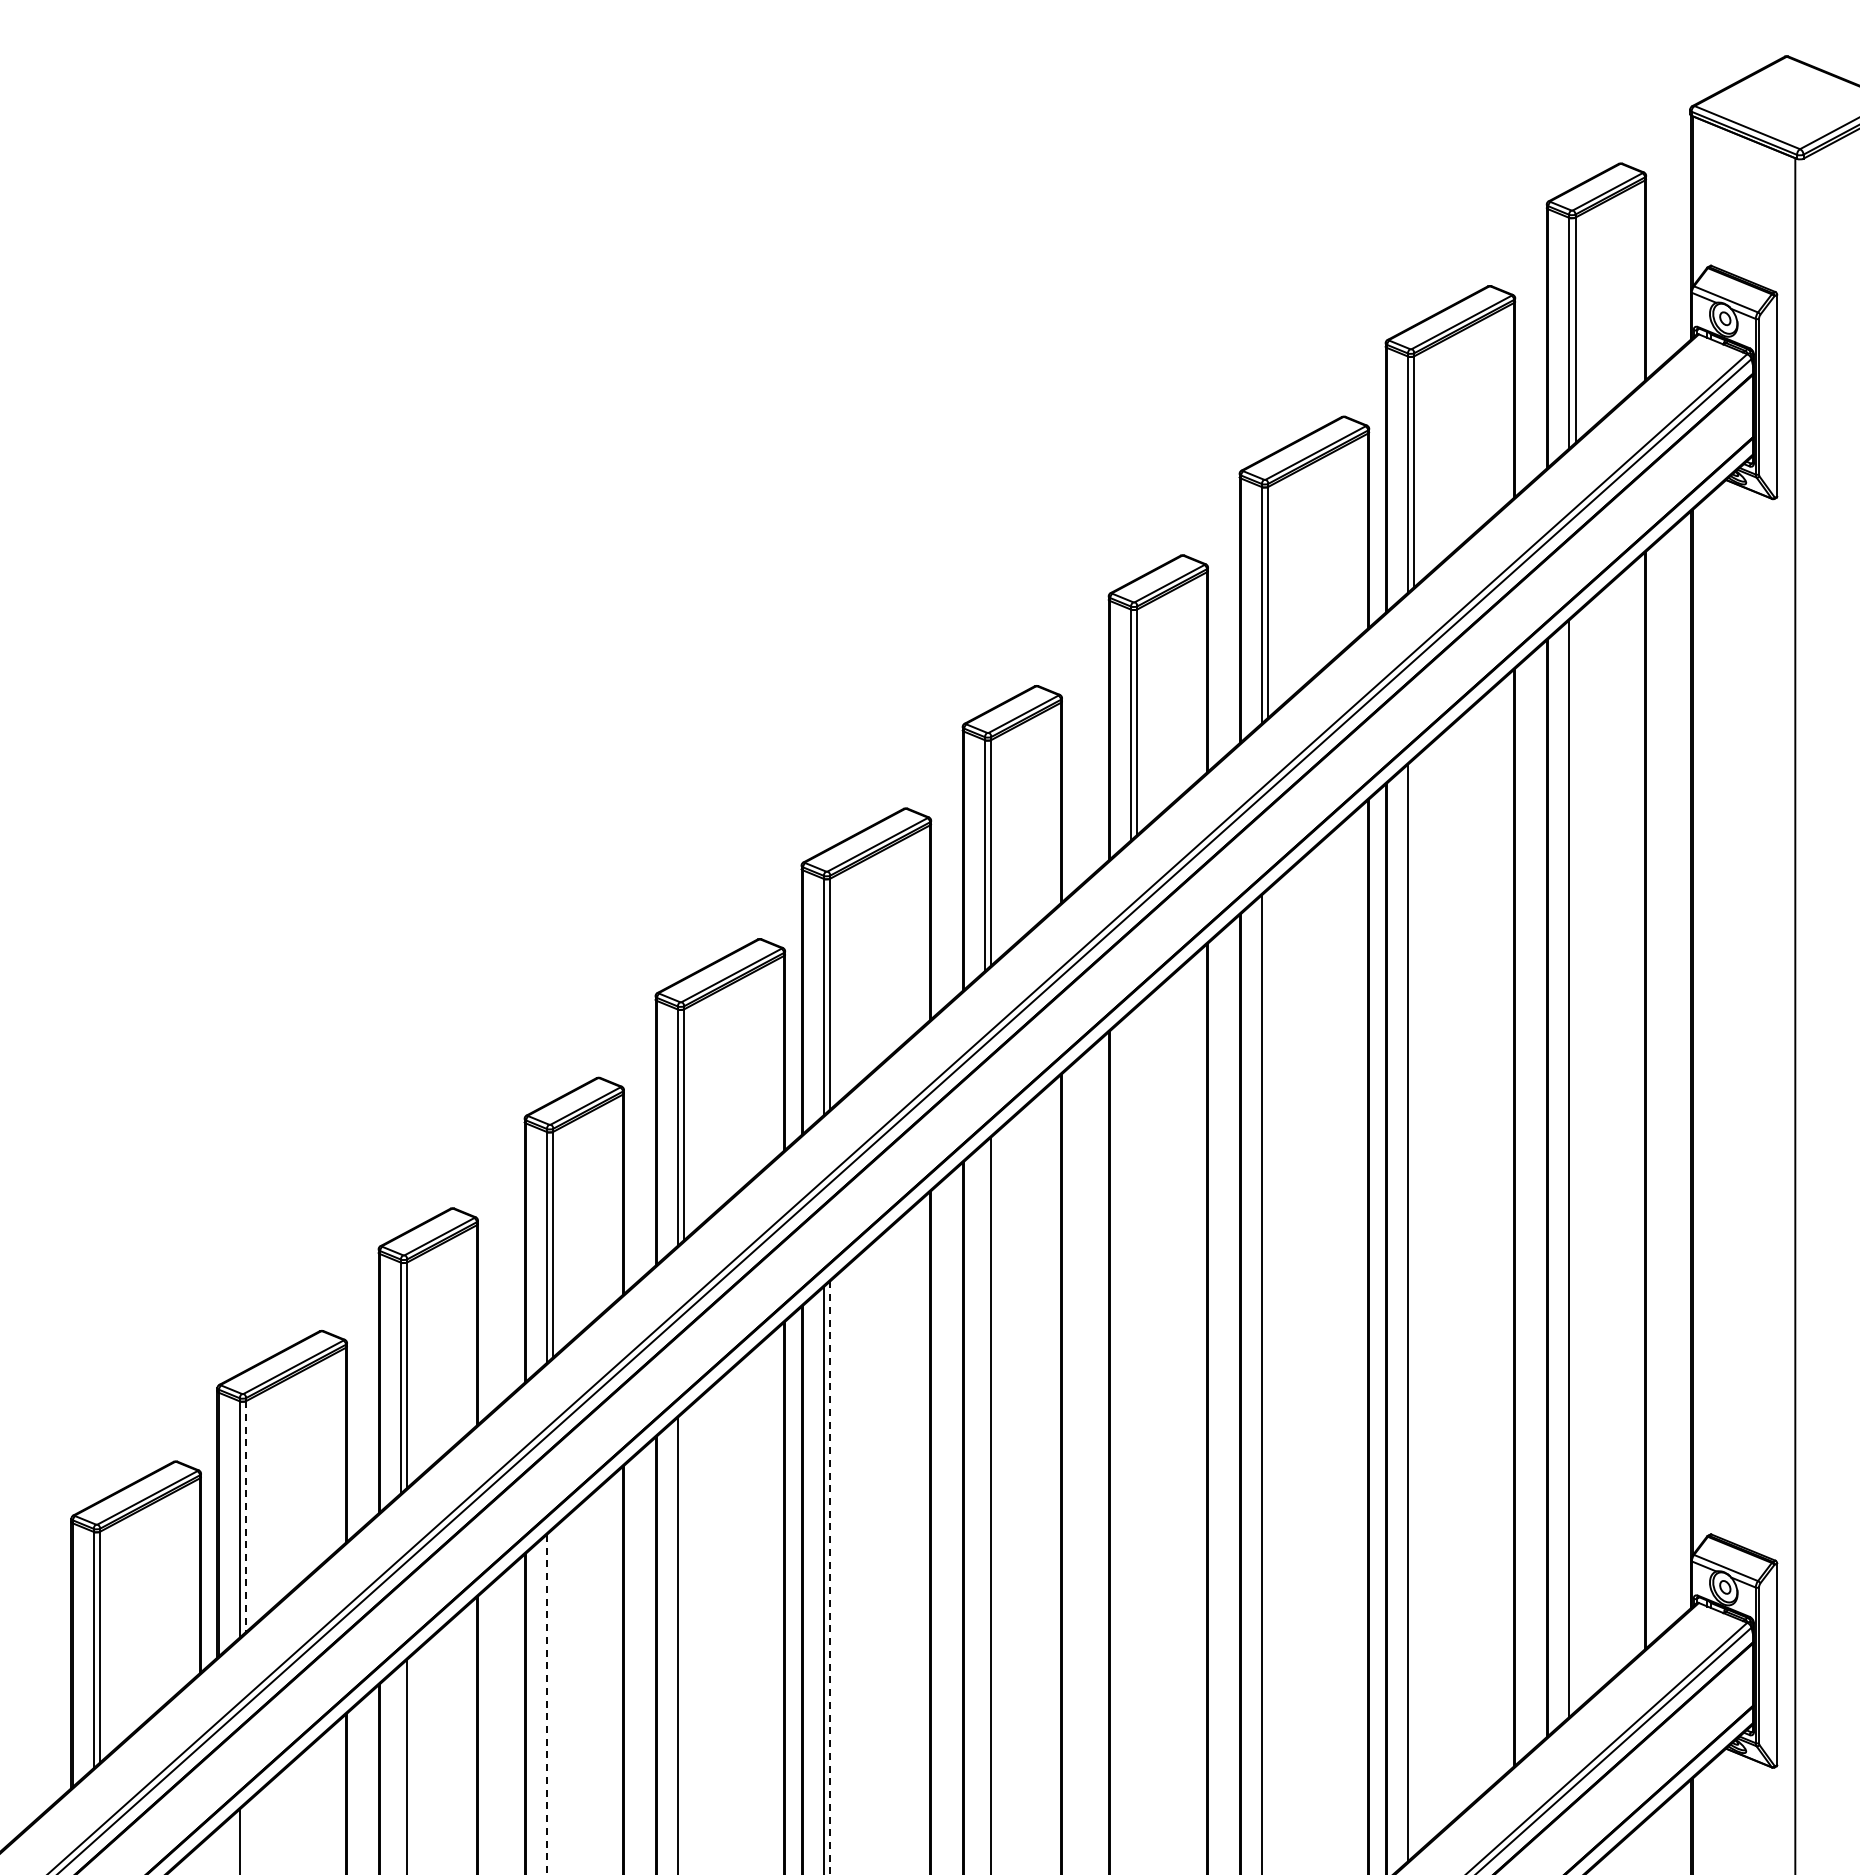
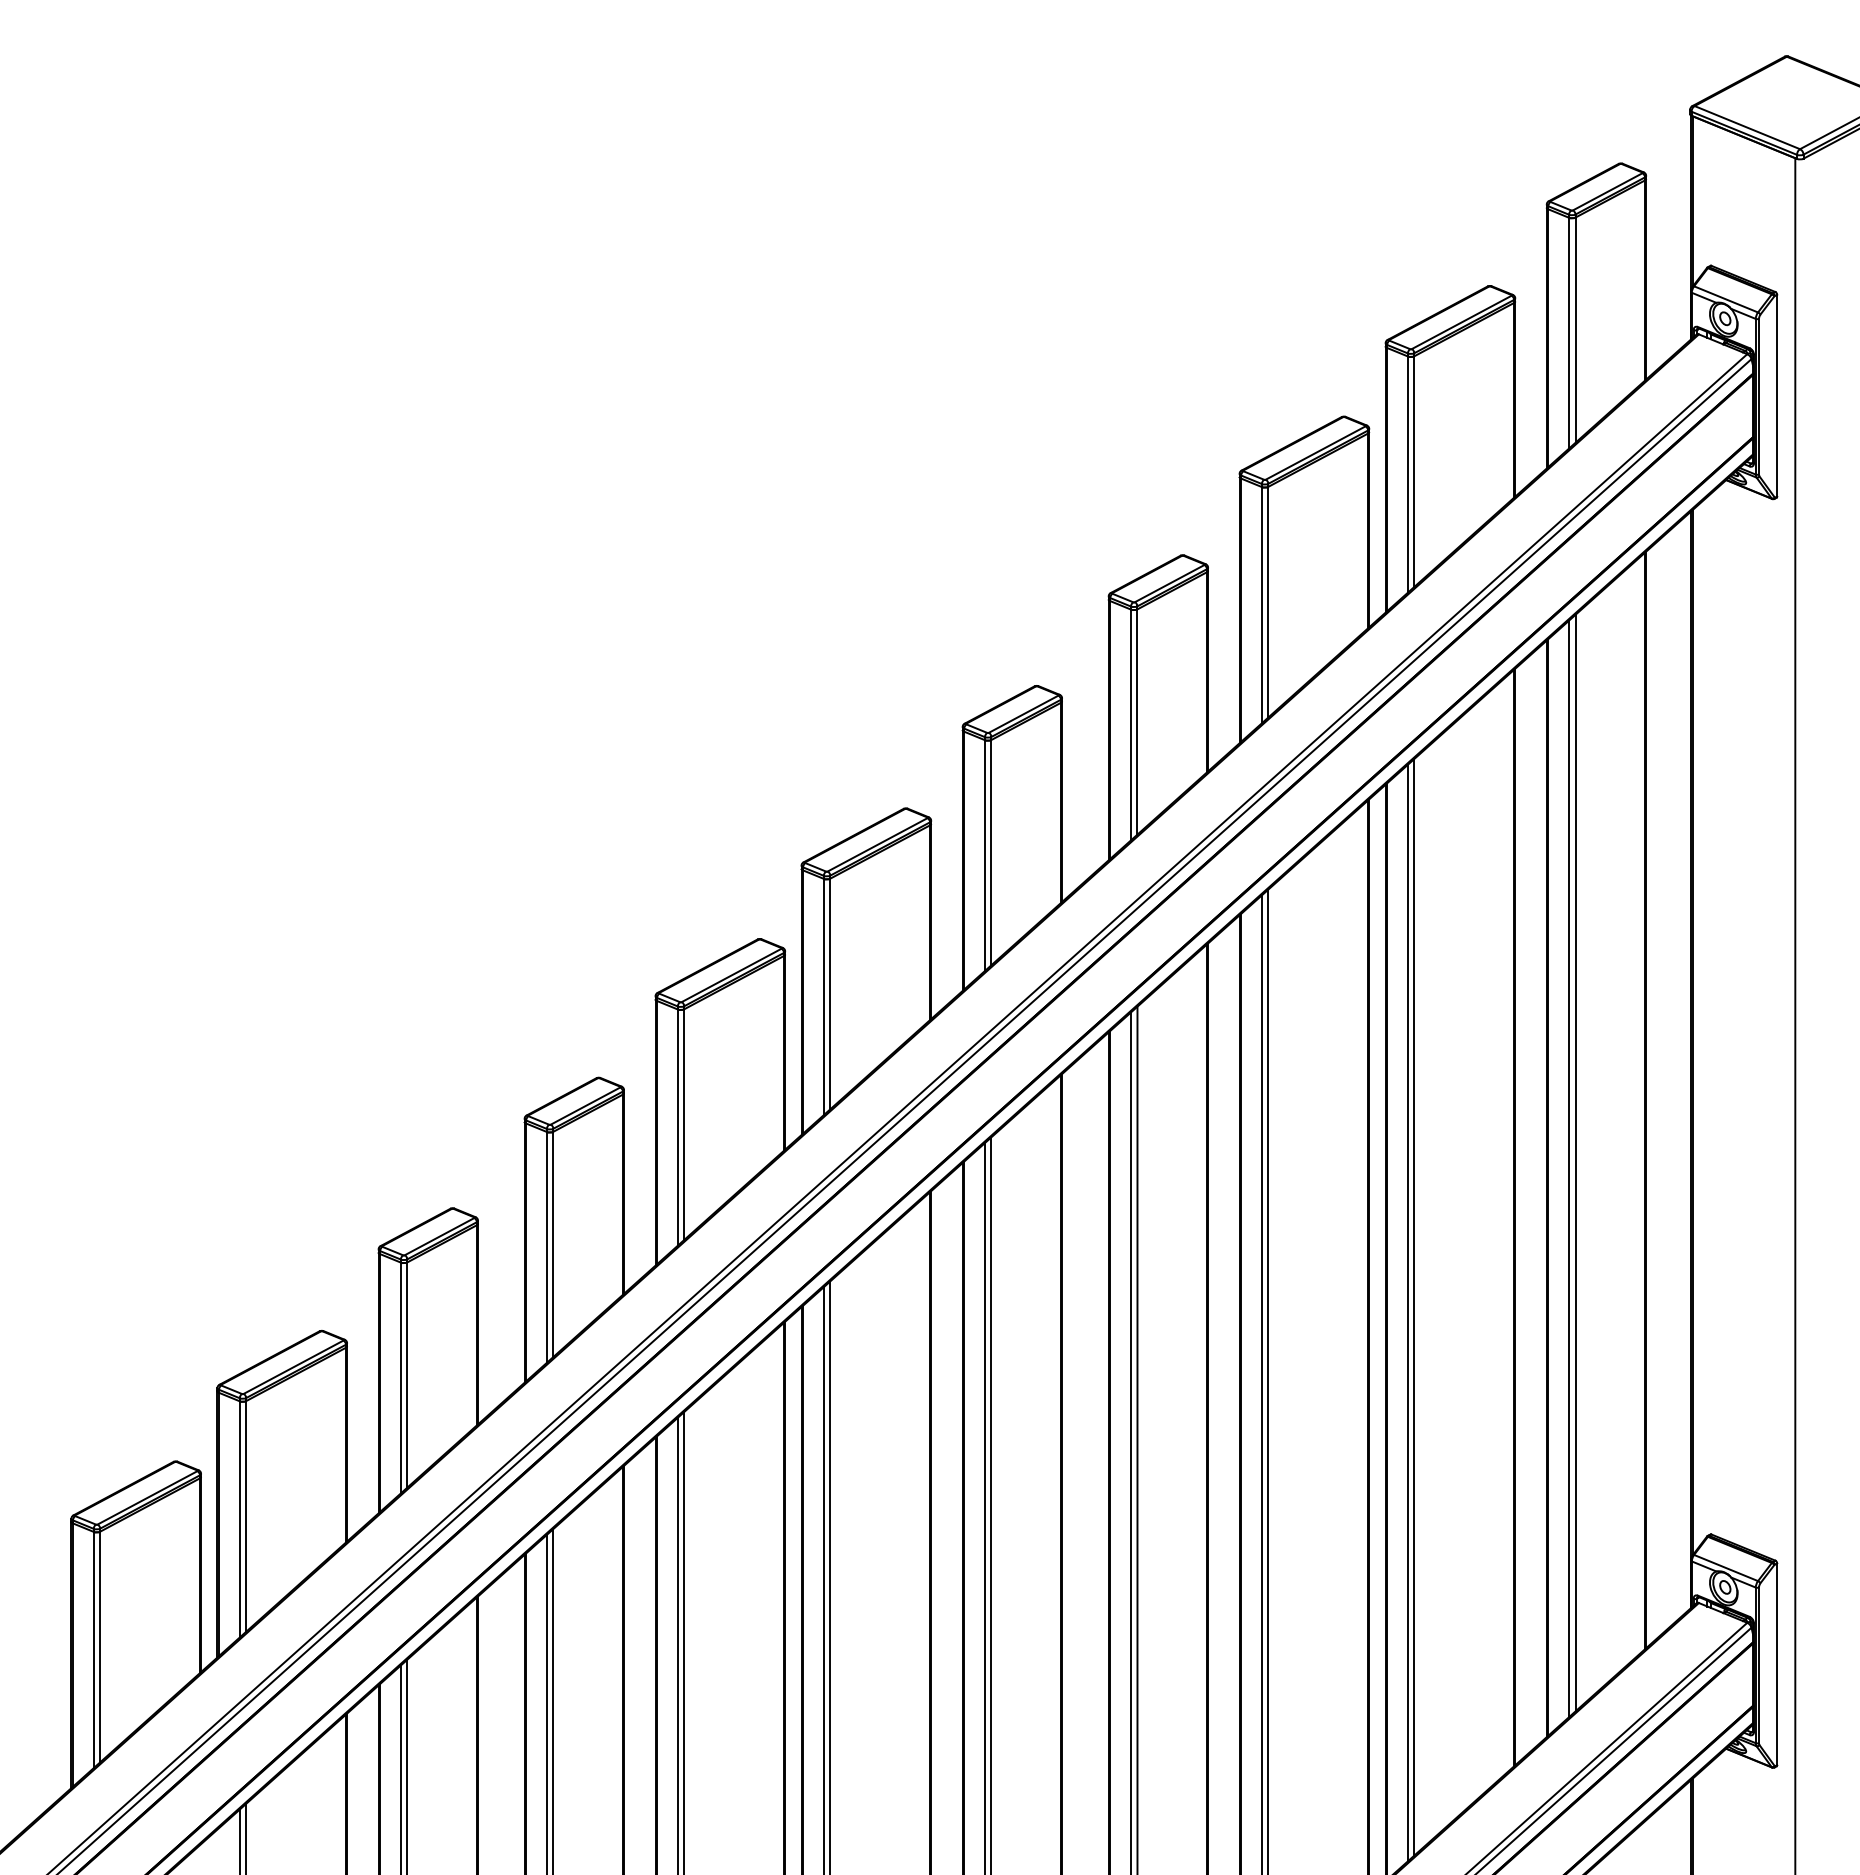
line at (1575, 1162): none -> present
line at (1414, 1306): none -> present
line at (1268, 1380): none -> present
line at (1137, 1438): none -> present
line at (1131, 1441): none -> present
line at (984, 1507): none -> present
line at (246, 1516): dashed -> solid
line at (830, 1578): dashed -> solid
line at (684, 1641): none -> present
line at (553, 1700): none -> present
line at (546, 1704): dashed -> solid
line at (400, 1768): none -> present
line at (246, 1837): none -> present
